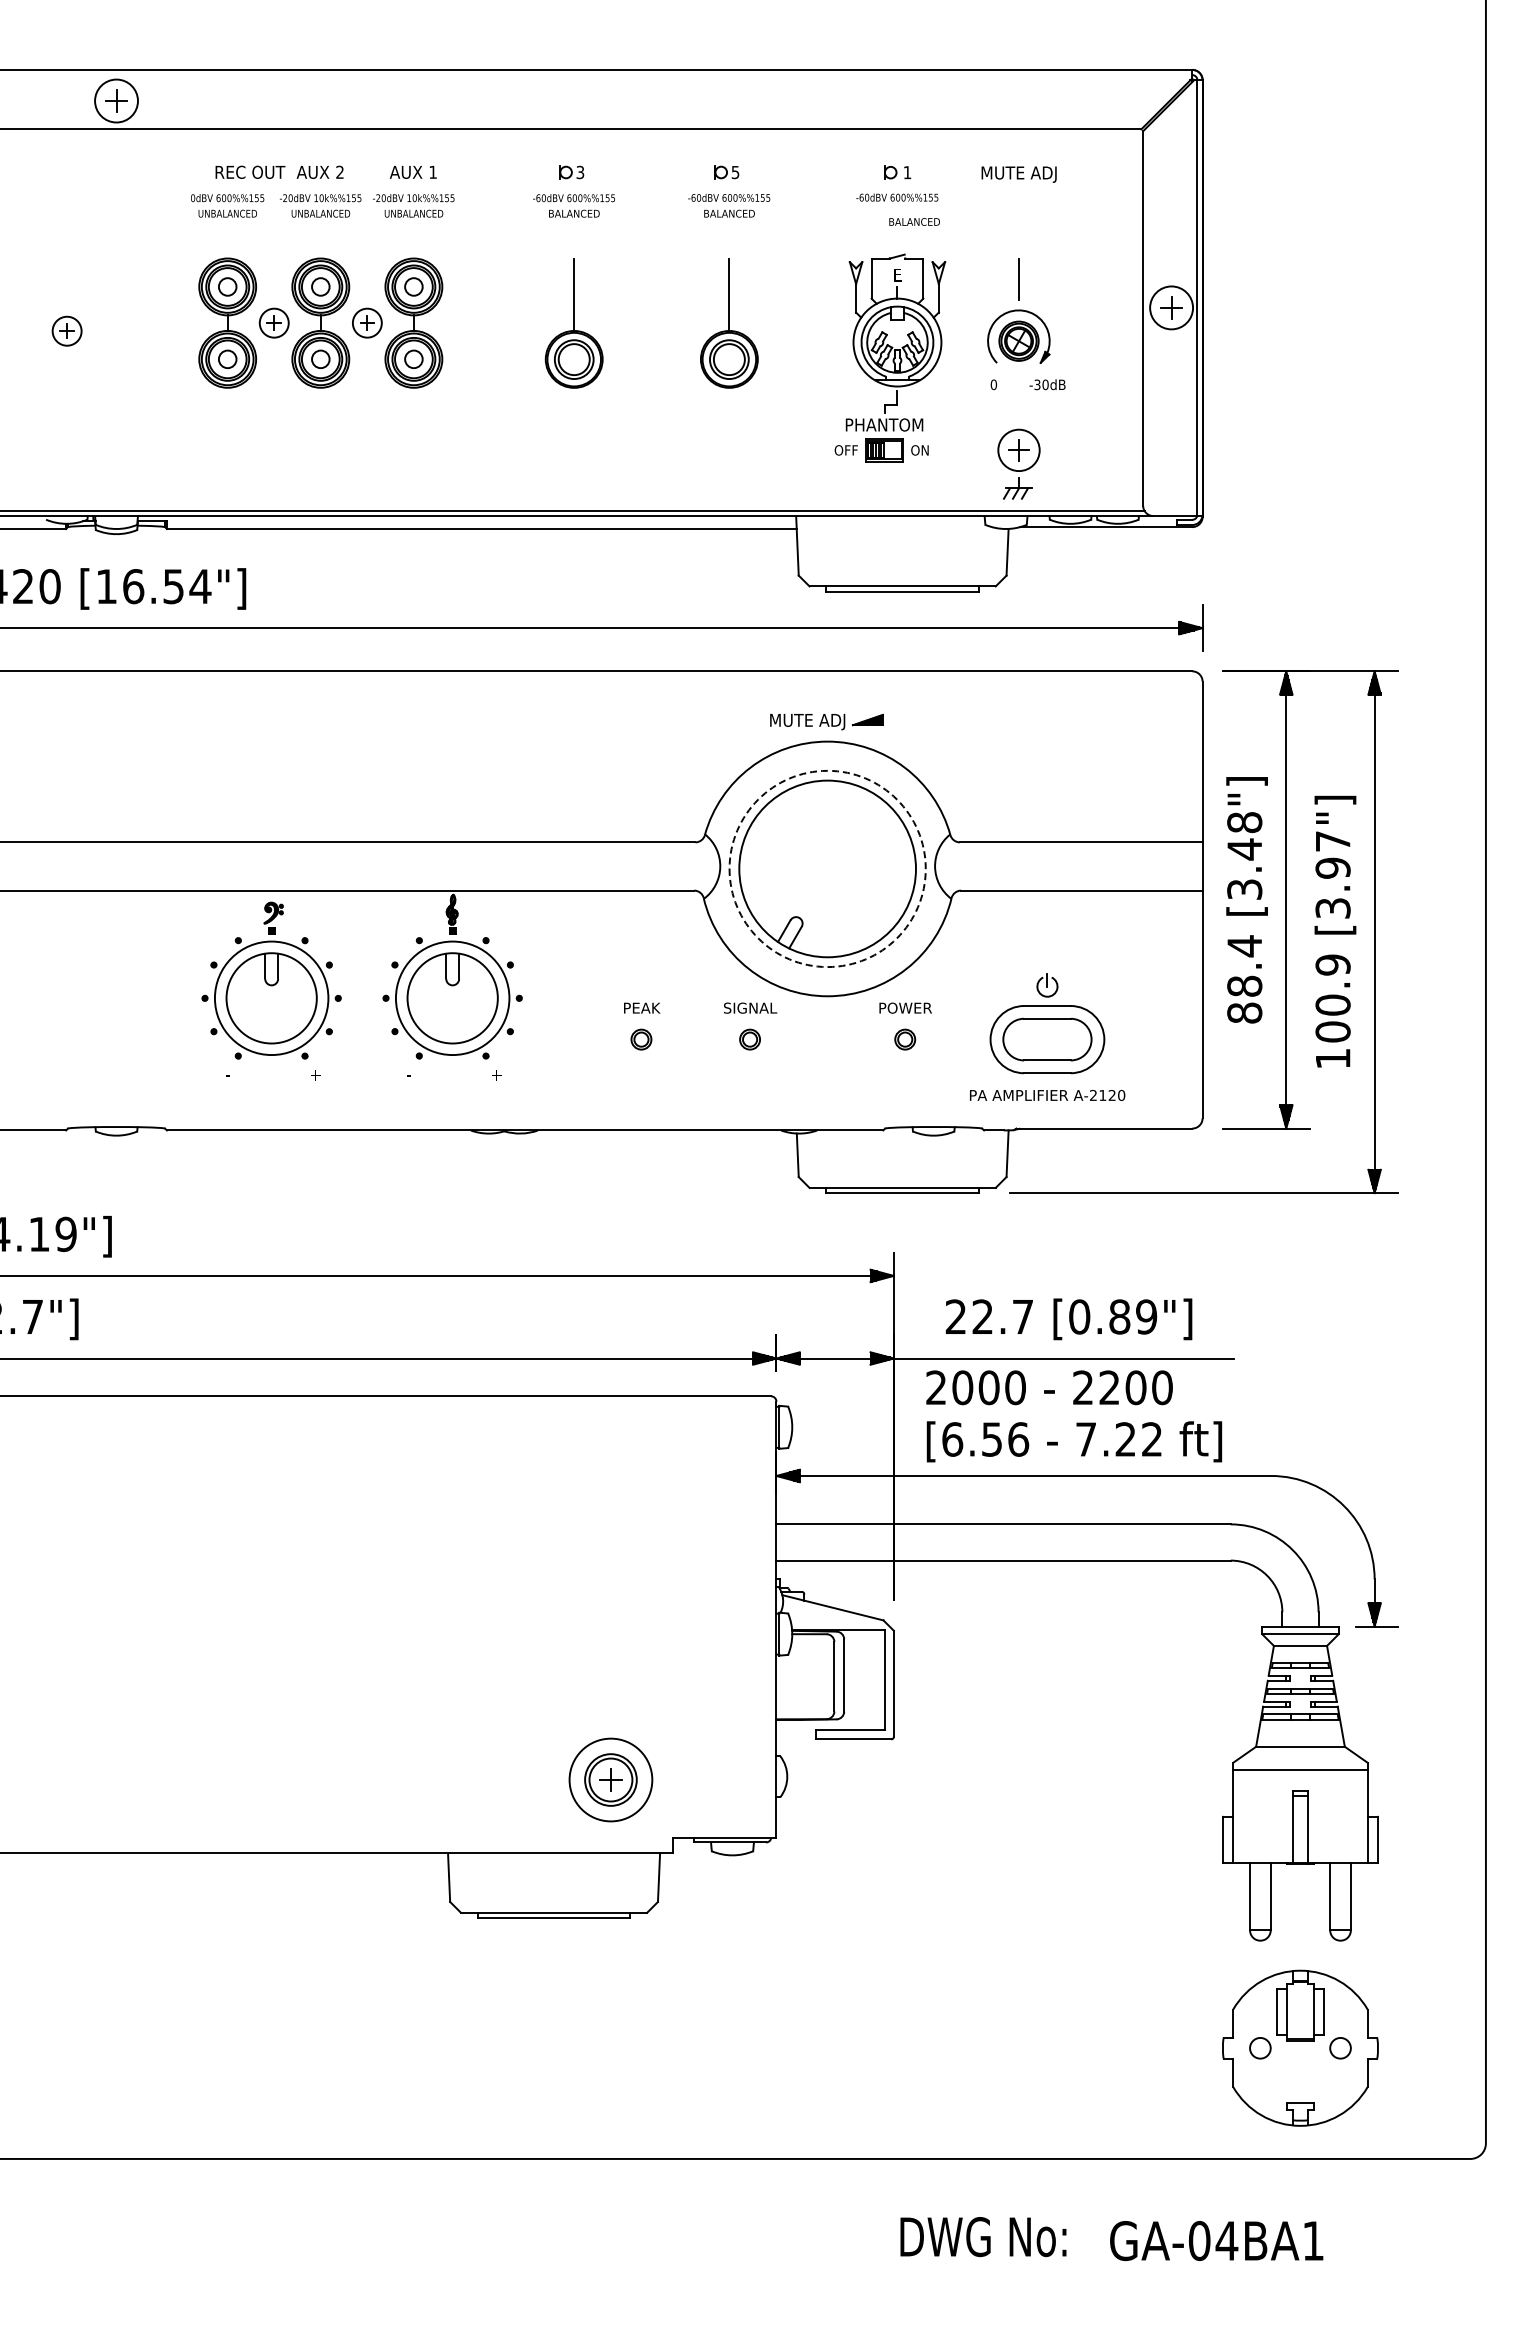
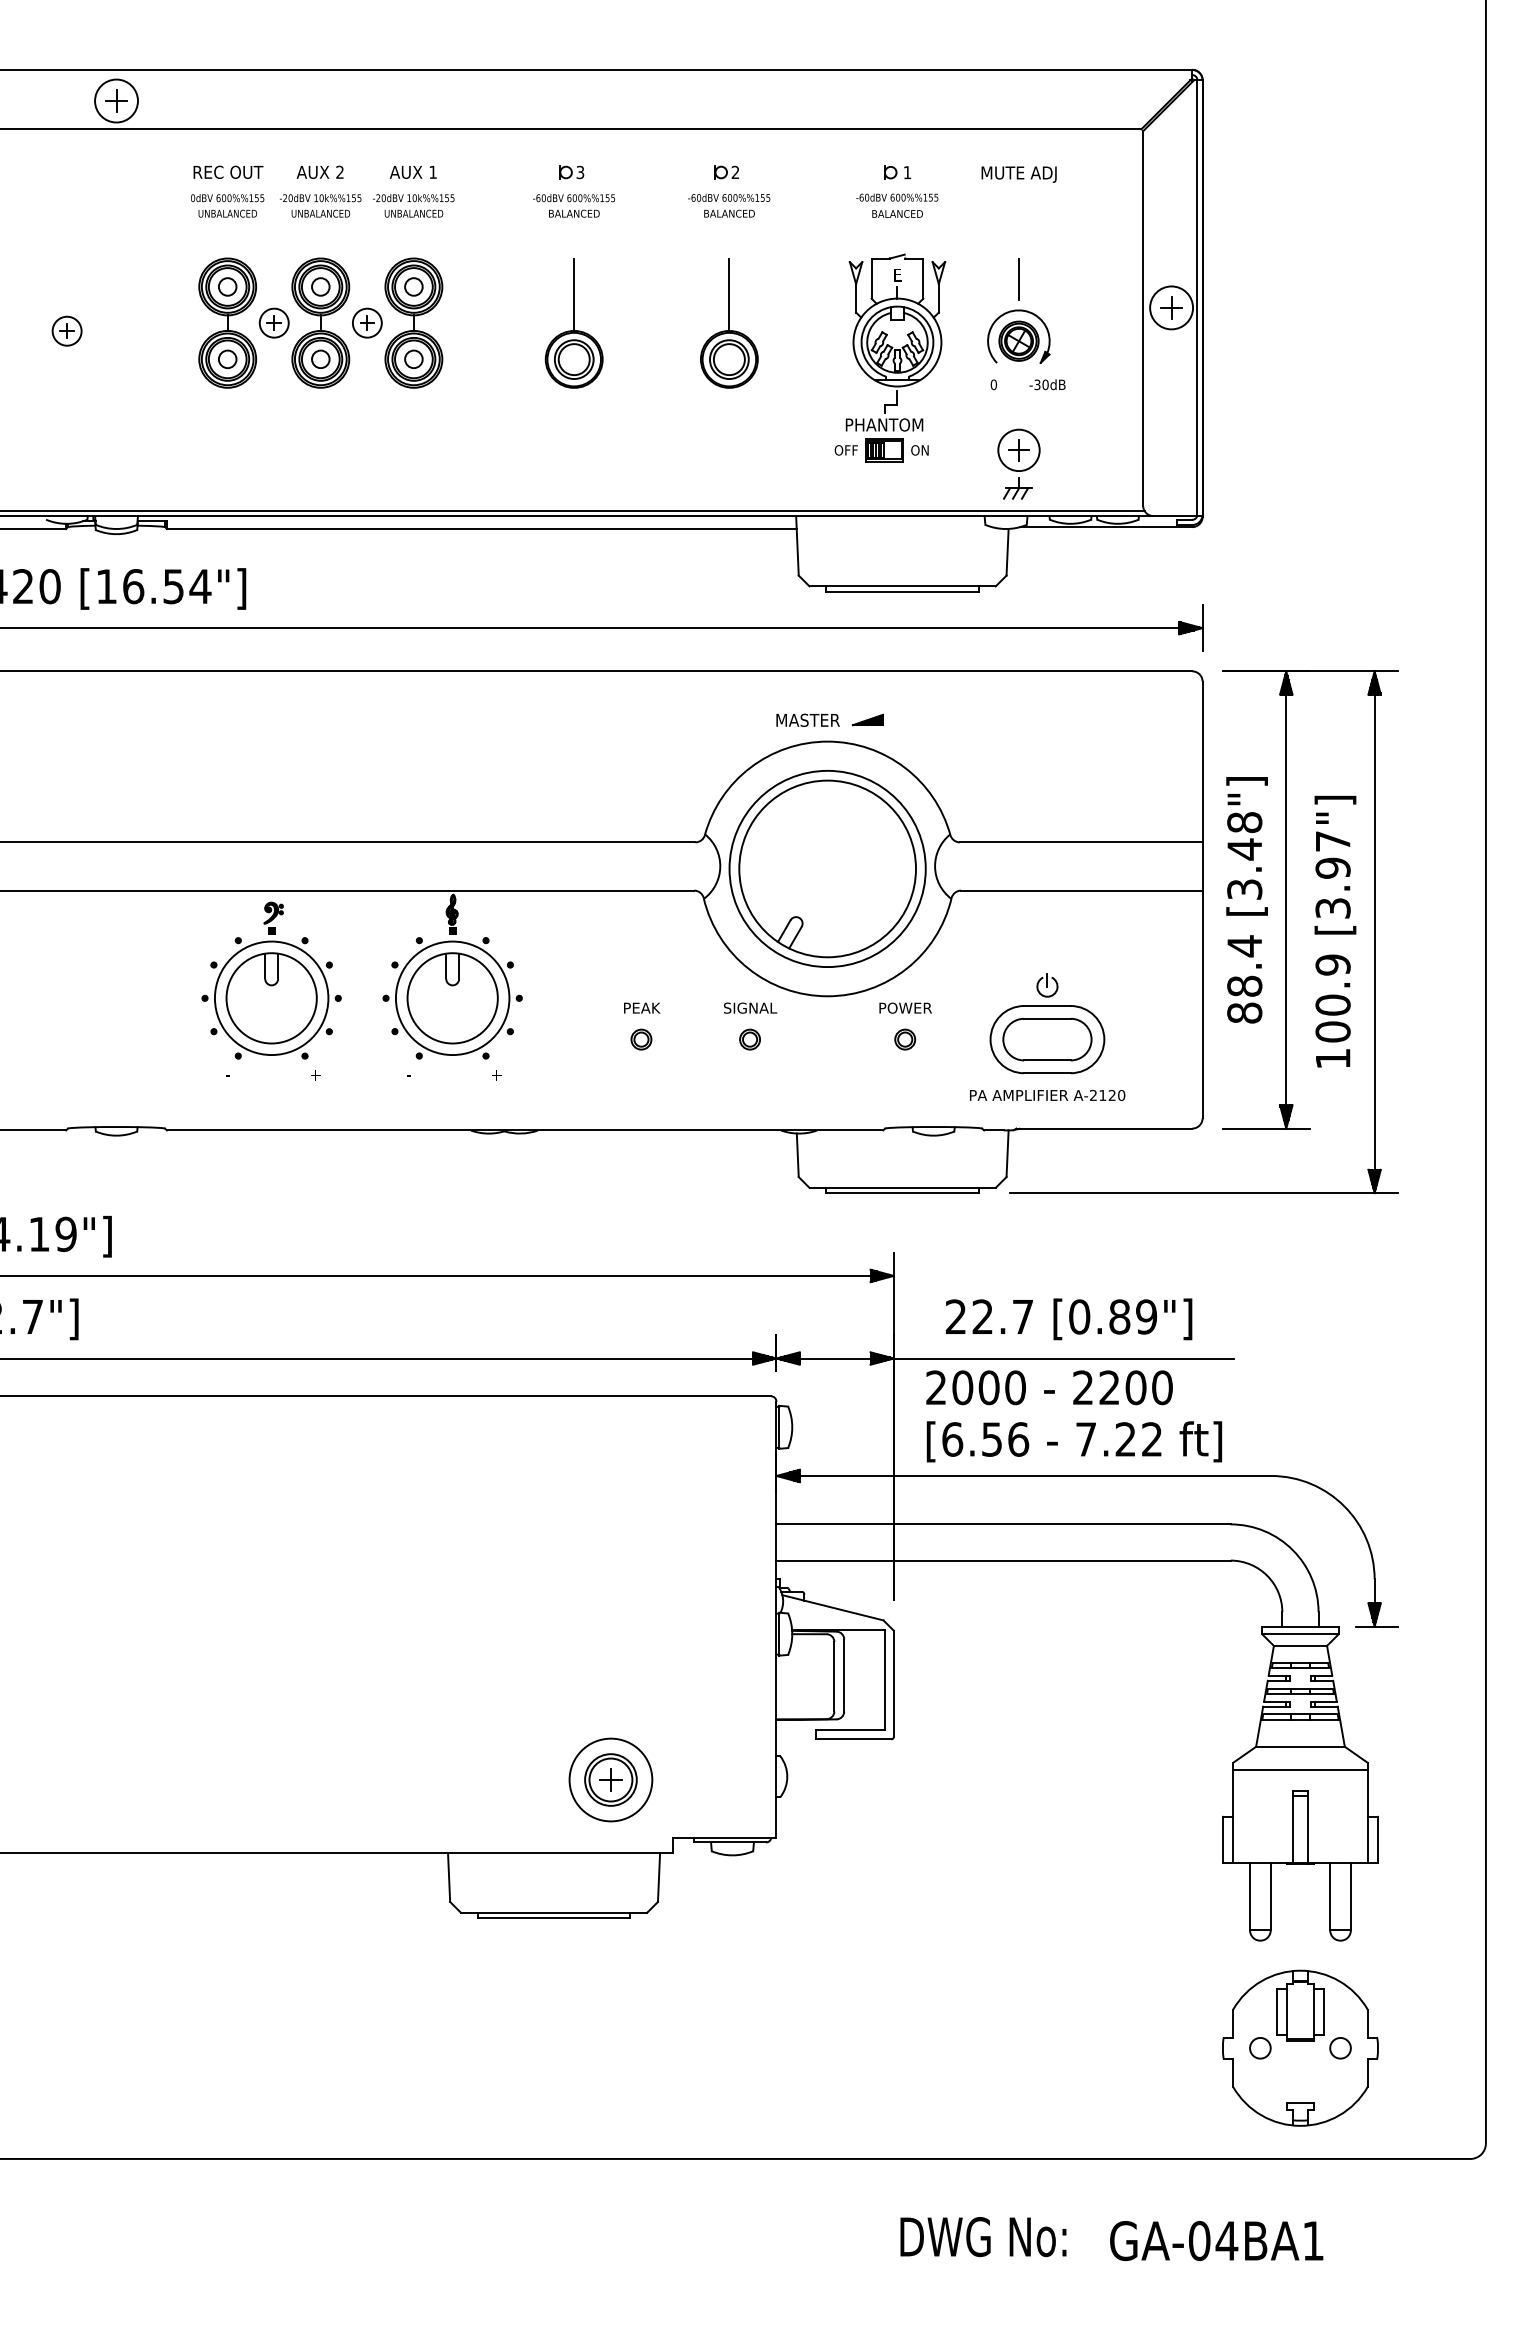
text at (250, 171) position: (250, 171) -> (228, 171)
text at (735, 172): 5 -> 2
text at (914, 221) position: (914, 221) -> (897, 213)
text at (807, 721): MUTE ADJ -> MASTER
circle at (827, 868): dashed -> solid
